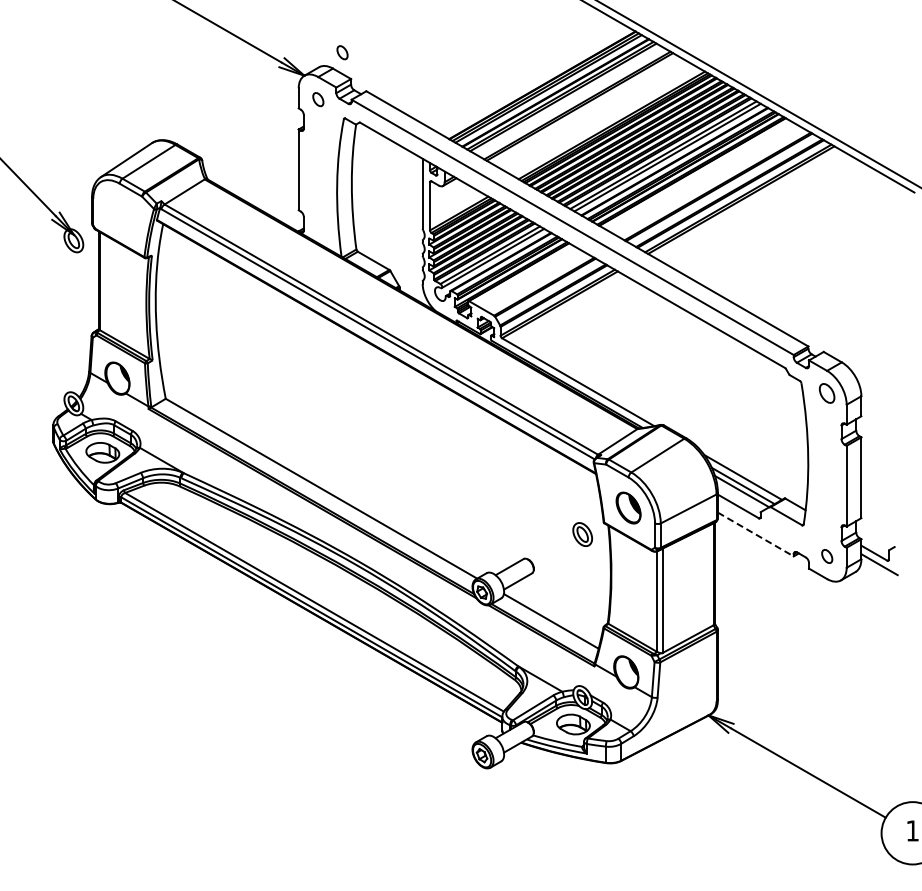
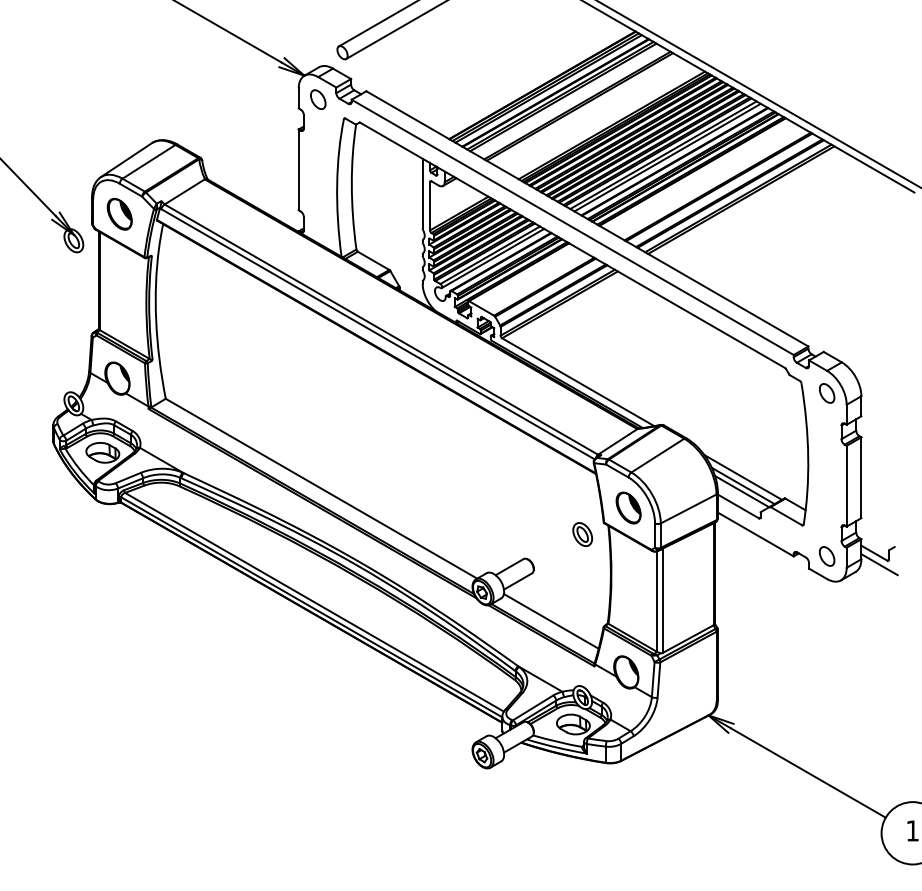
line at (376, 24): none -> present
line at (395, 30): none -> present
part at (318, 99) size: 13x16 px -> 17x21 px
part at (119, 213): none -> present
line at (755, 534): dashed -> solid
part at (827, 556) size: 13x15 px -> 17x21 px
